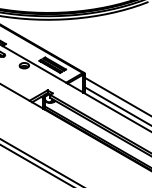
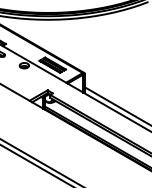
line at (116, 95): present -> none
